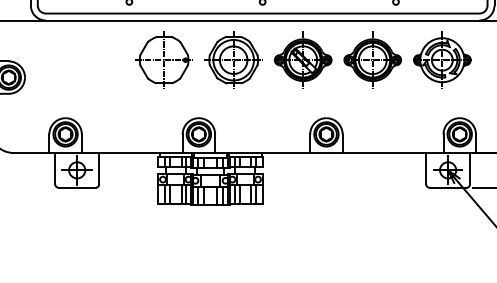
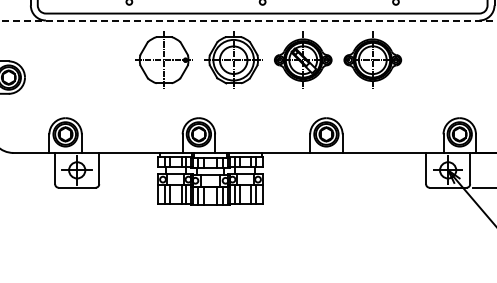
line at (248, 20): solid -> dashed
part at (442, 59): present -> none
